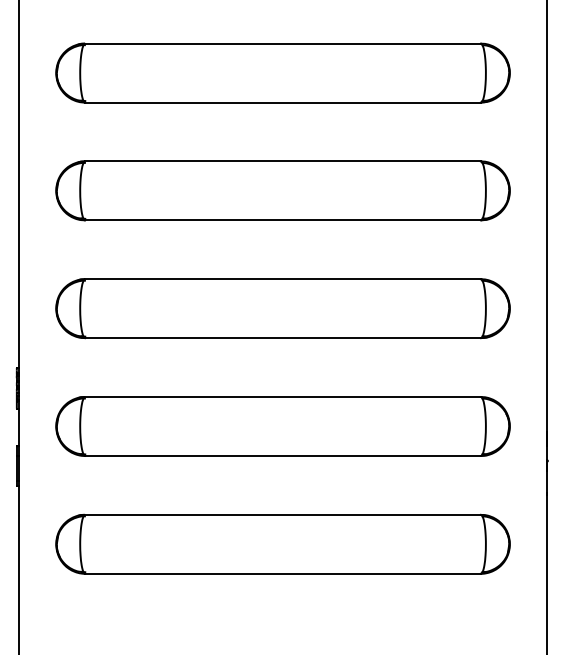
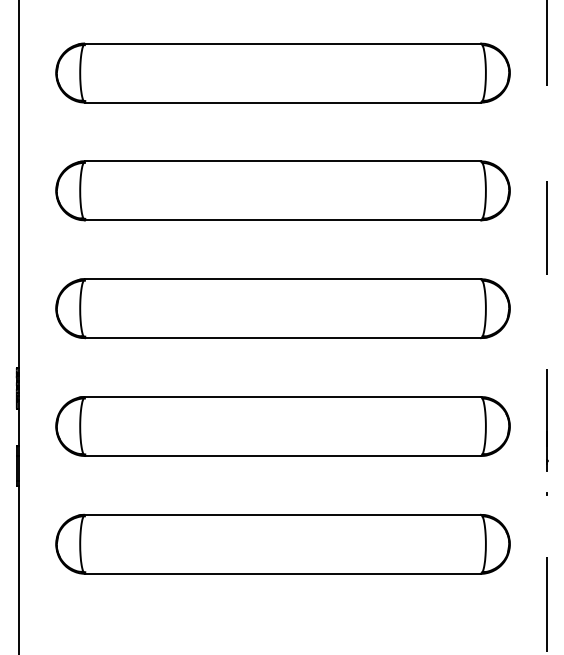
line at (546, 328): solid -> dashed
